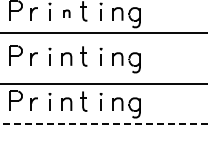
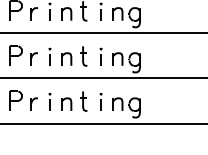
part at (66, 13) size: 8x9 px -> 12x14 px
line at (103, 84) position: (103, 84) -> (103, 78)
line at (104, 123): dashed -> solid
